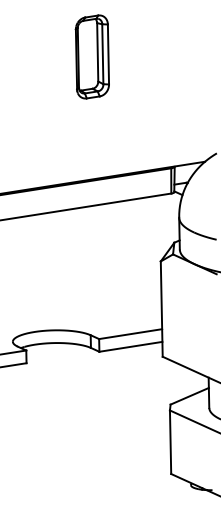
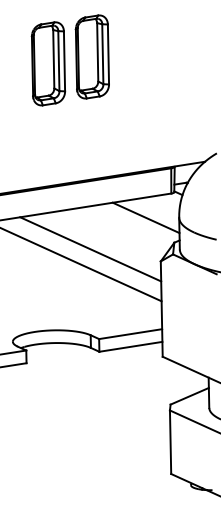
part at (48, 63): none -> present
line at (145, 217): none -> present
line at (90, 249): none -> present
line at (81, 264): none -> present
